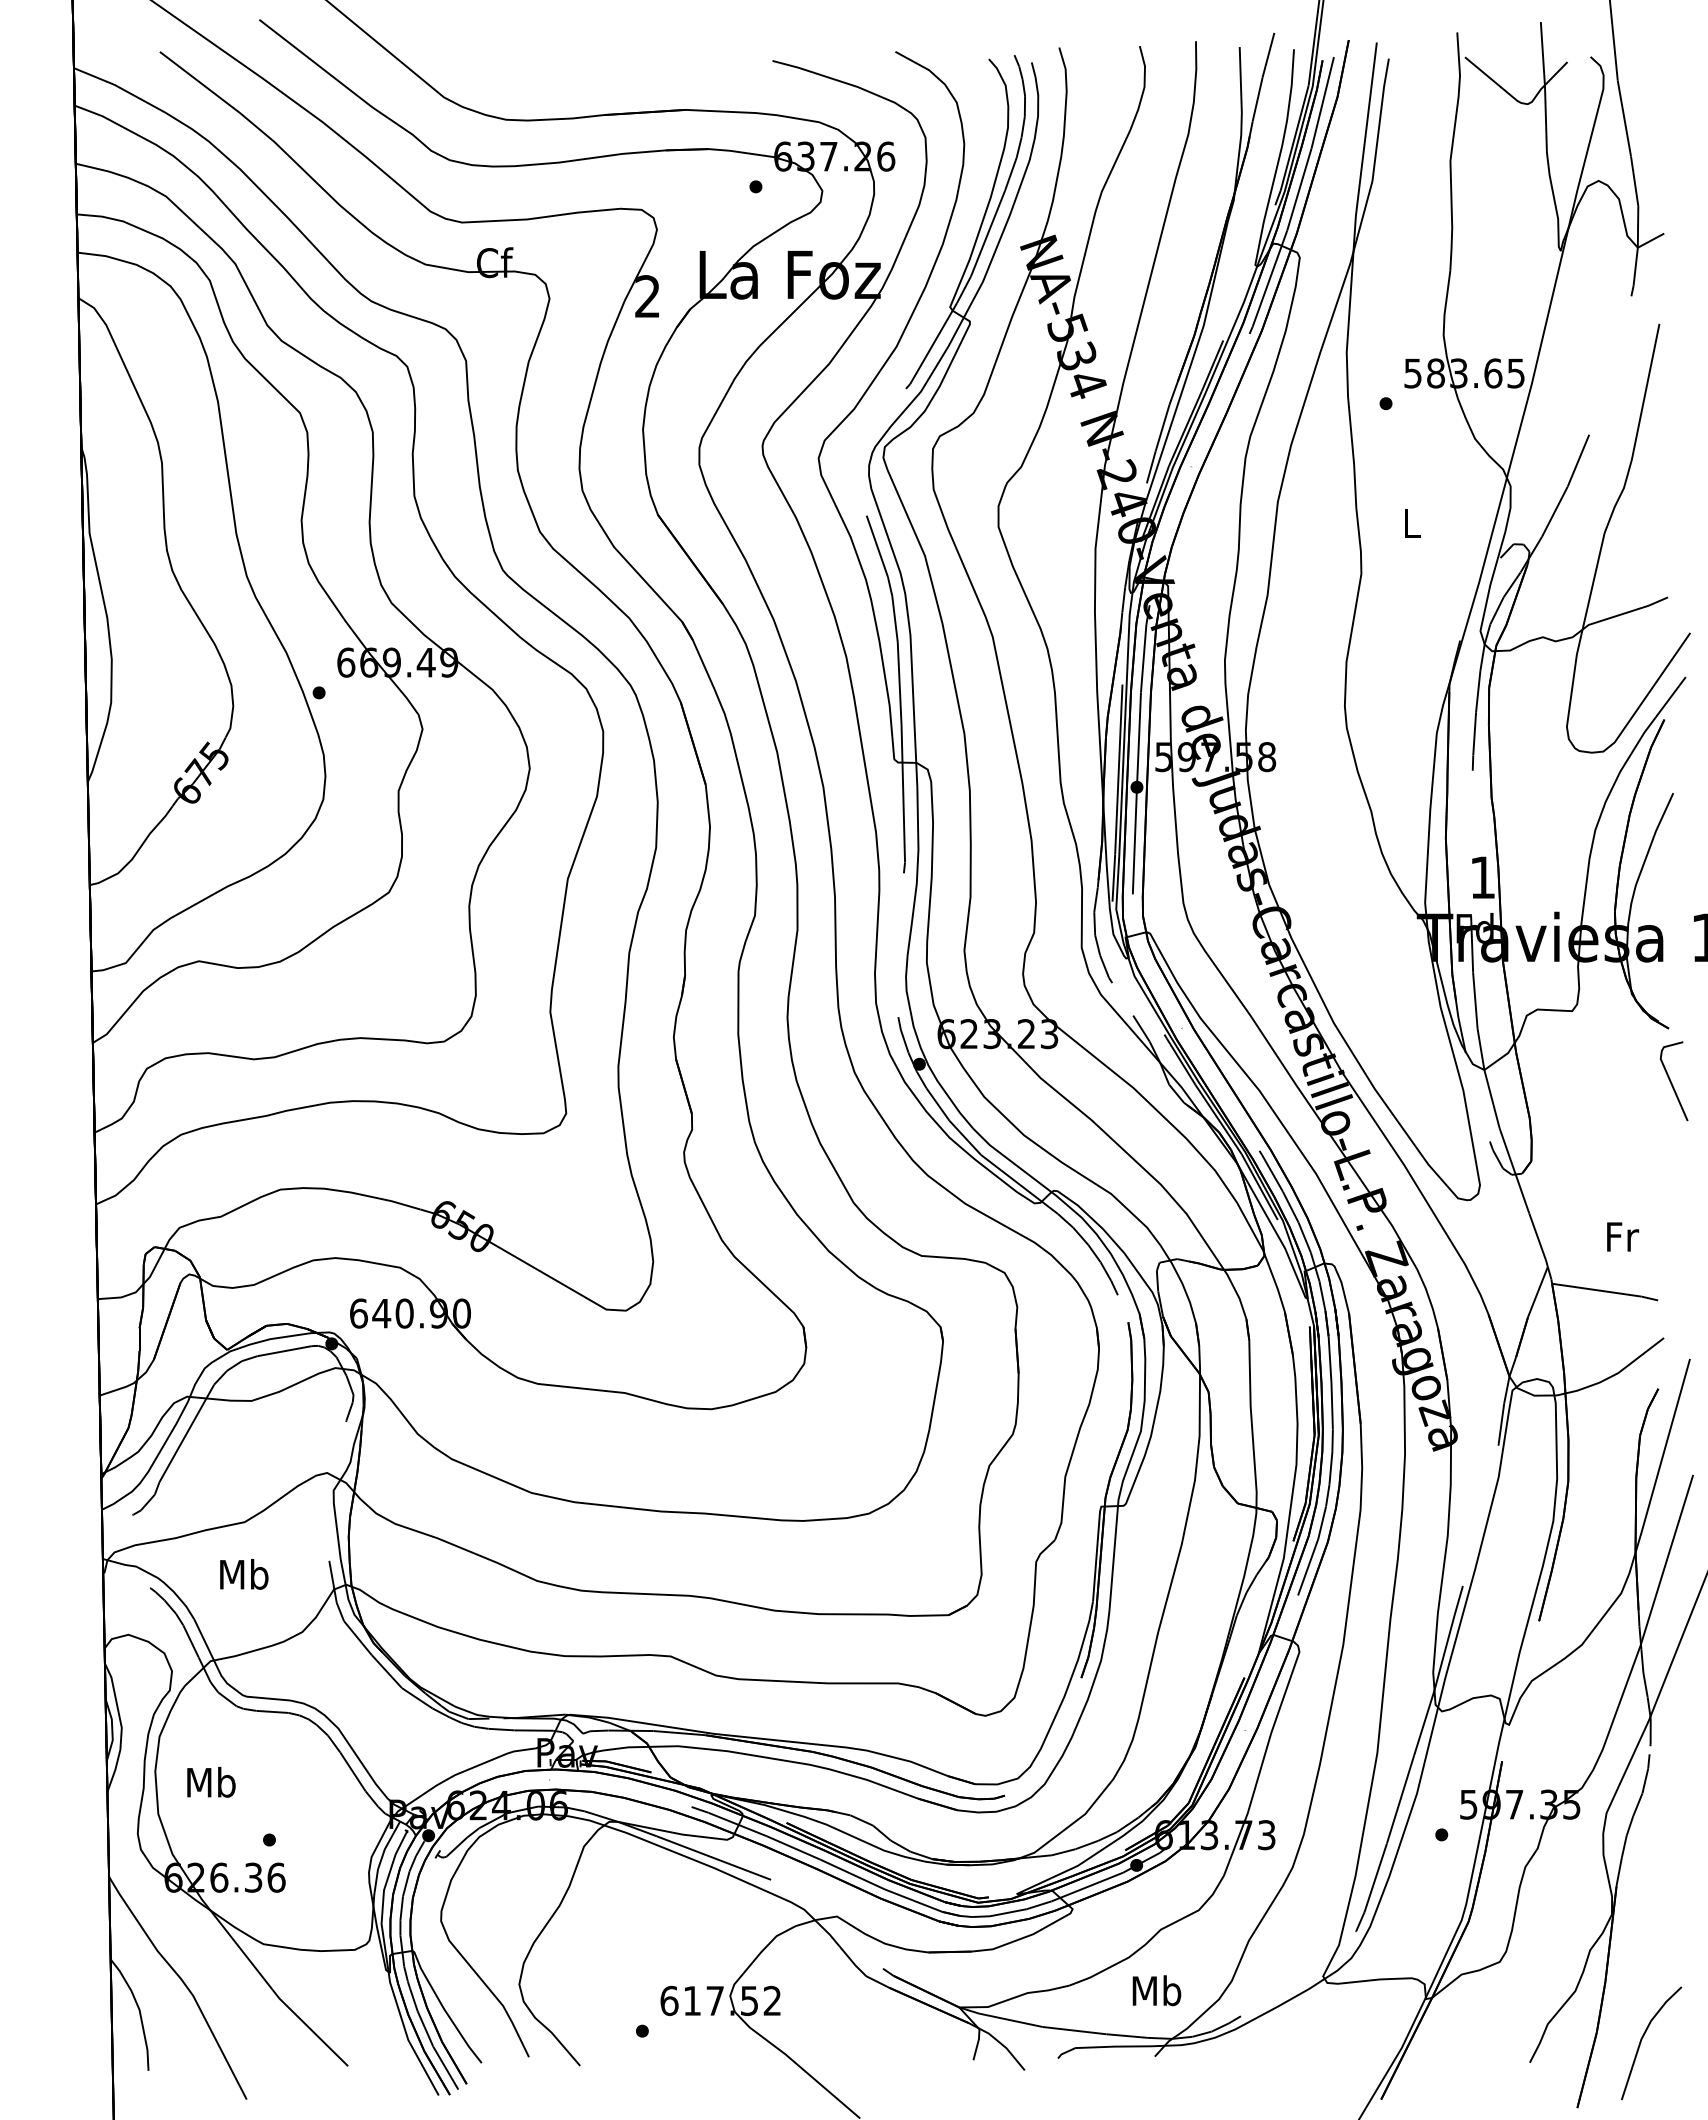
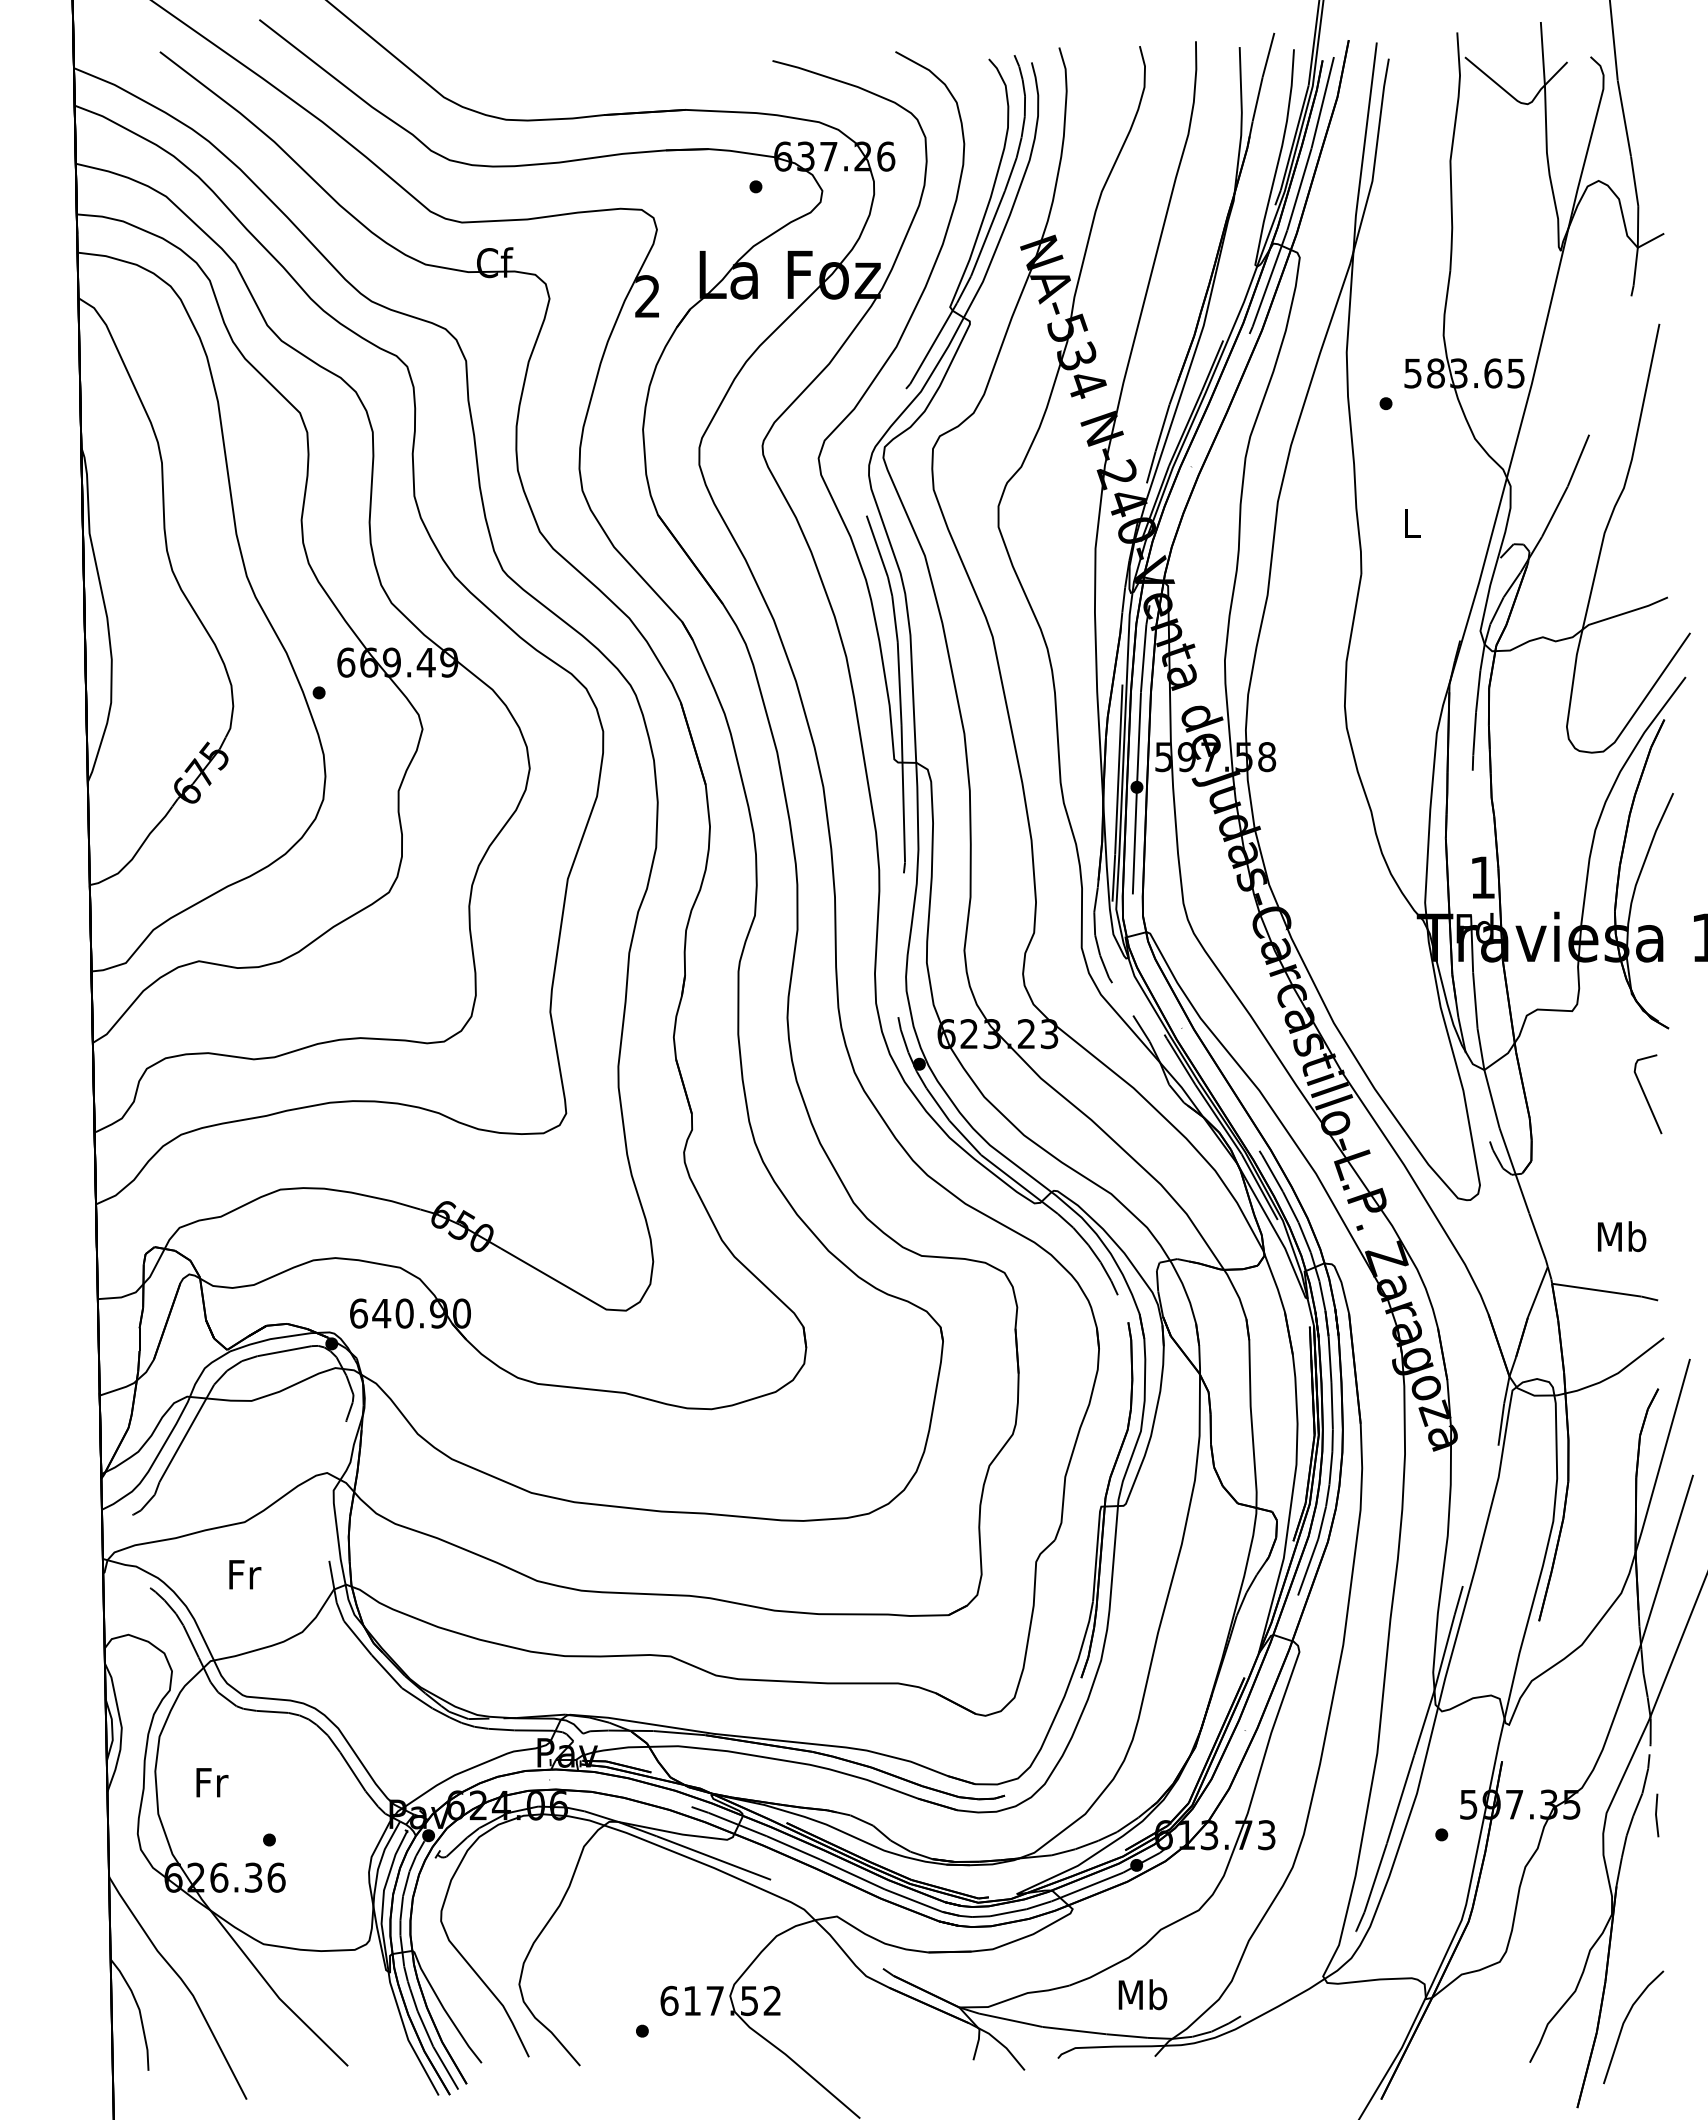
line at (1671, 1081) position: (1671, 1081) -> (1645, 1094)
text at (1622, 1236): Fr -> Mb
text at (244, 1574): Mb -> Fr
text at (211, 1781): Mb -> Fr
line at (1656, 1815): none -> present
text at (1156, 1990) position: (1156, 1990) -> (1142, 1994)
line at (1642, 2039) position: (1642, 2039) -> (1624, 2023)
